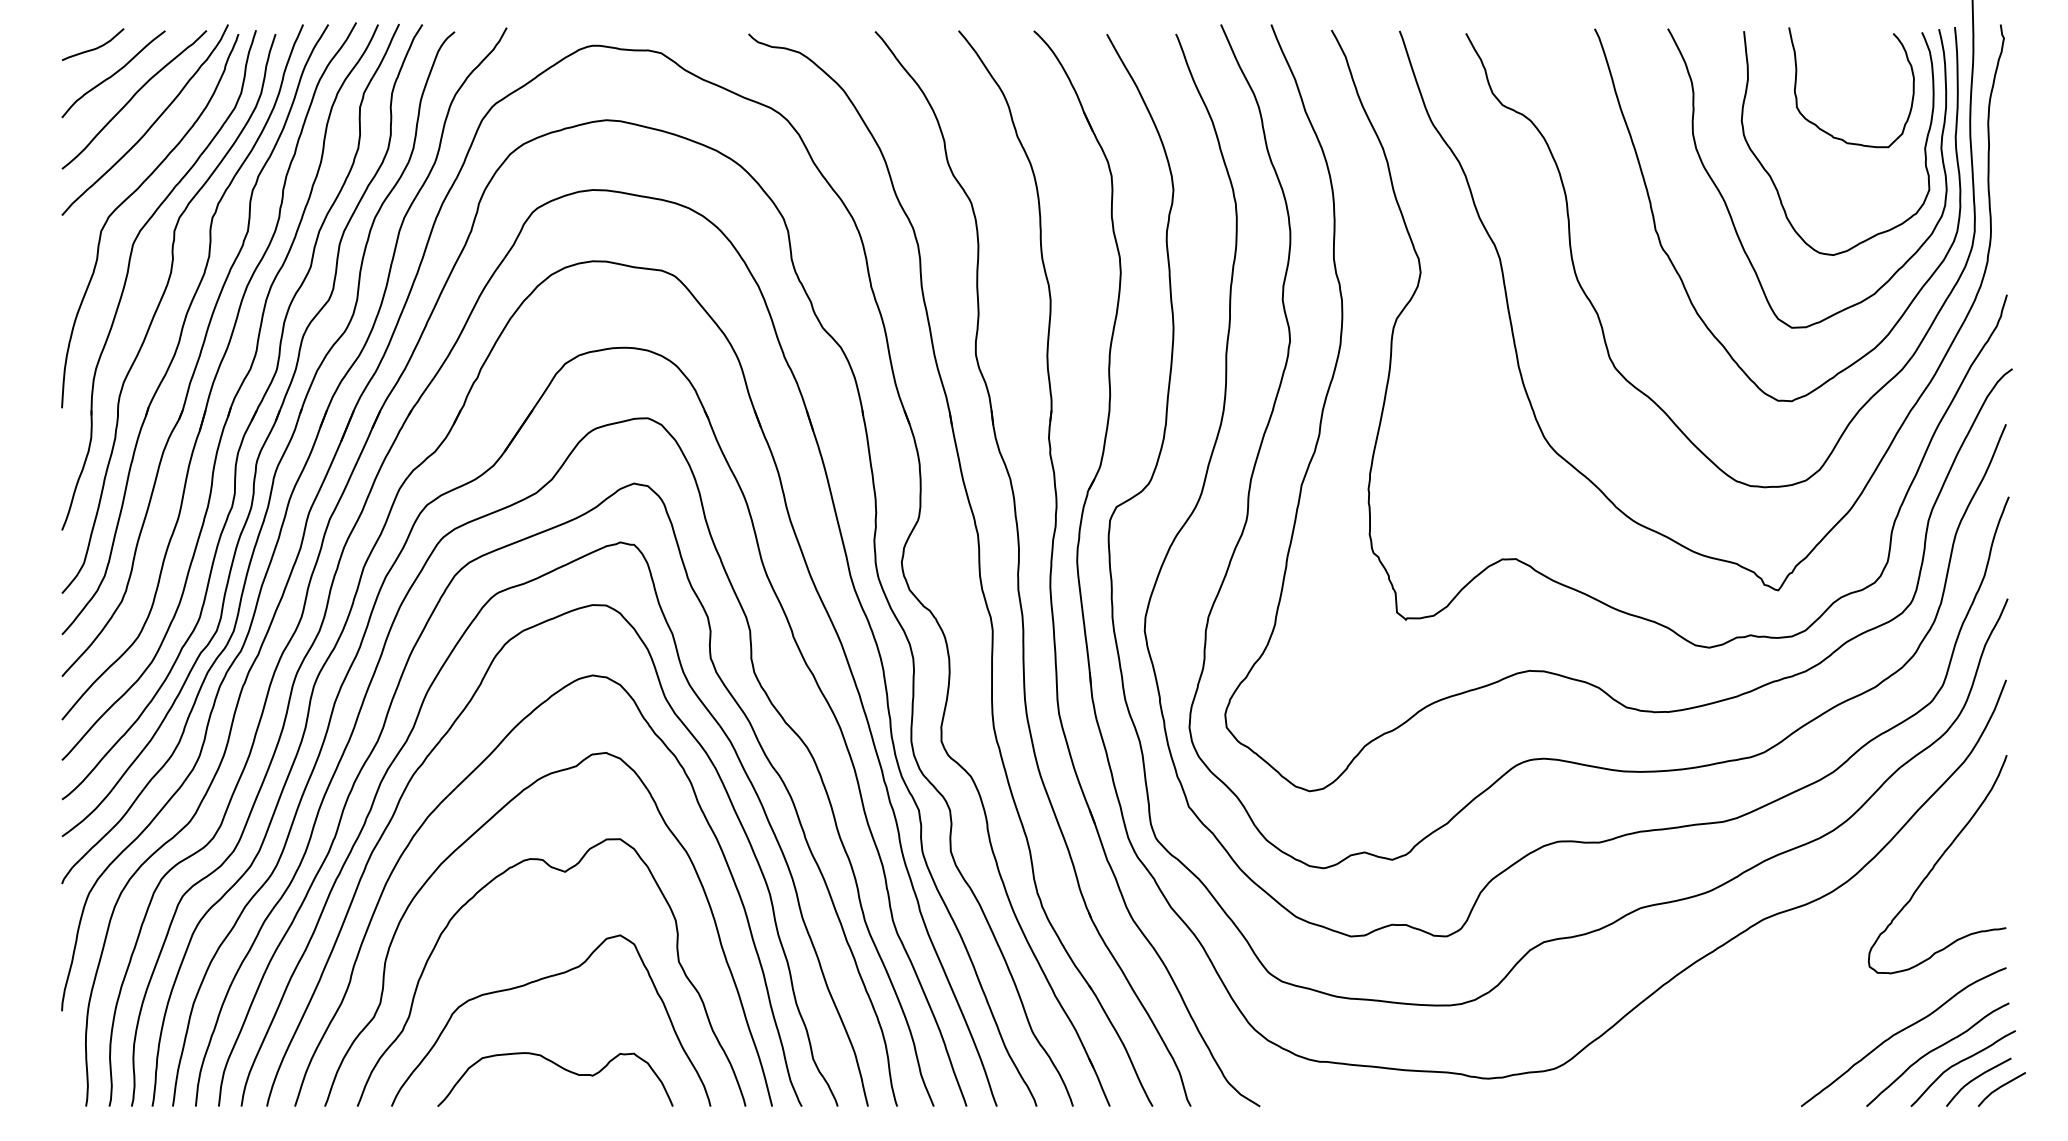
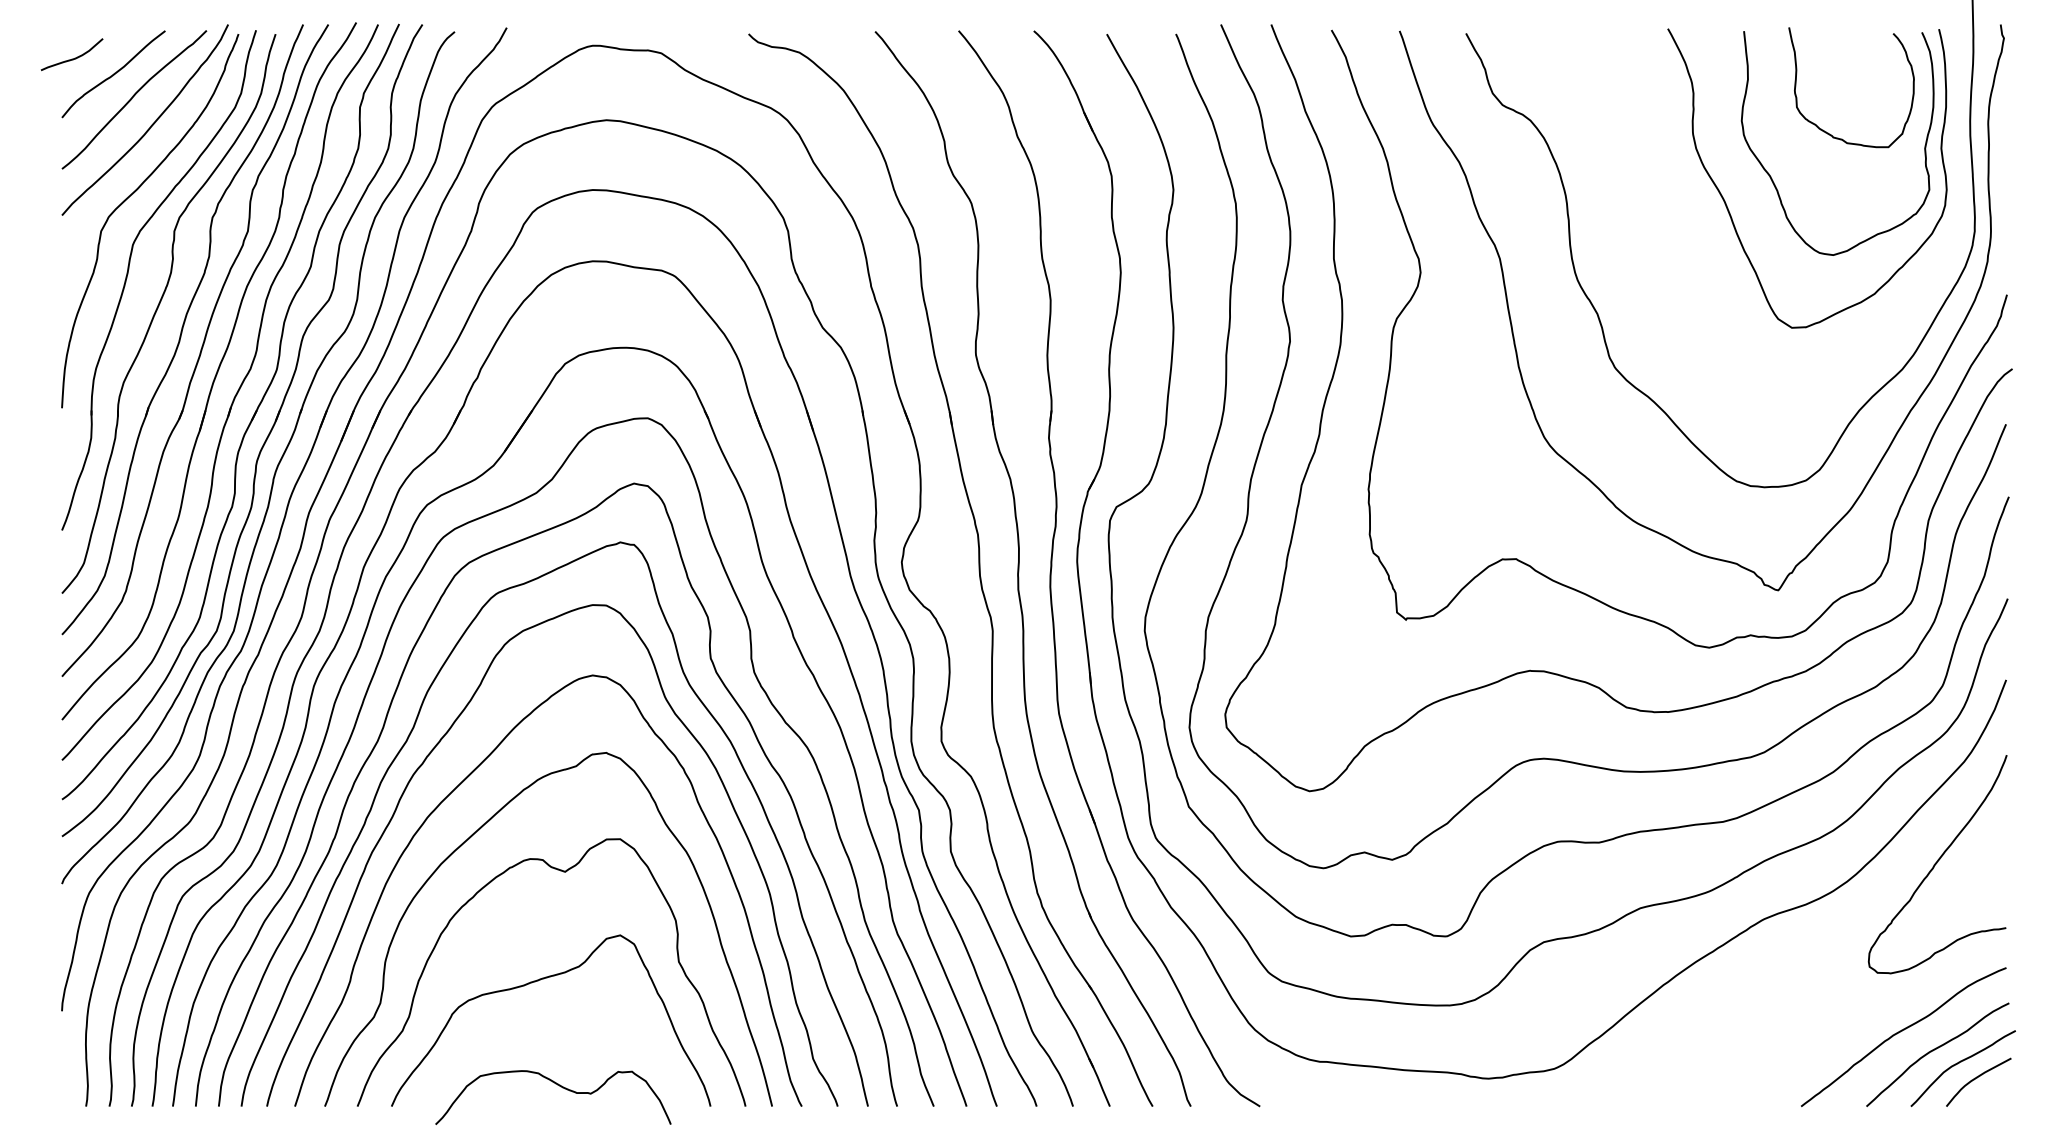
curve at (92, 48) position: (92, 48) -> (71, 58)
curve at (1680, 275): present -> none
curve at (561, 1068) position: (561, 1068) -> (559, 1086)
curve at (2001, 1087): present -> none
